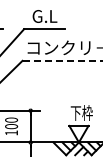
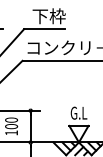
text at (48, 16): G.L -> 下枠
line at (62, 60): dashed -> solid
text at (81, 112): 下枠 -> G.L
